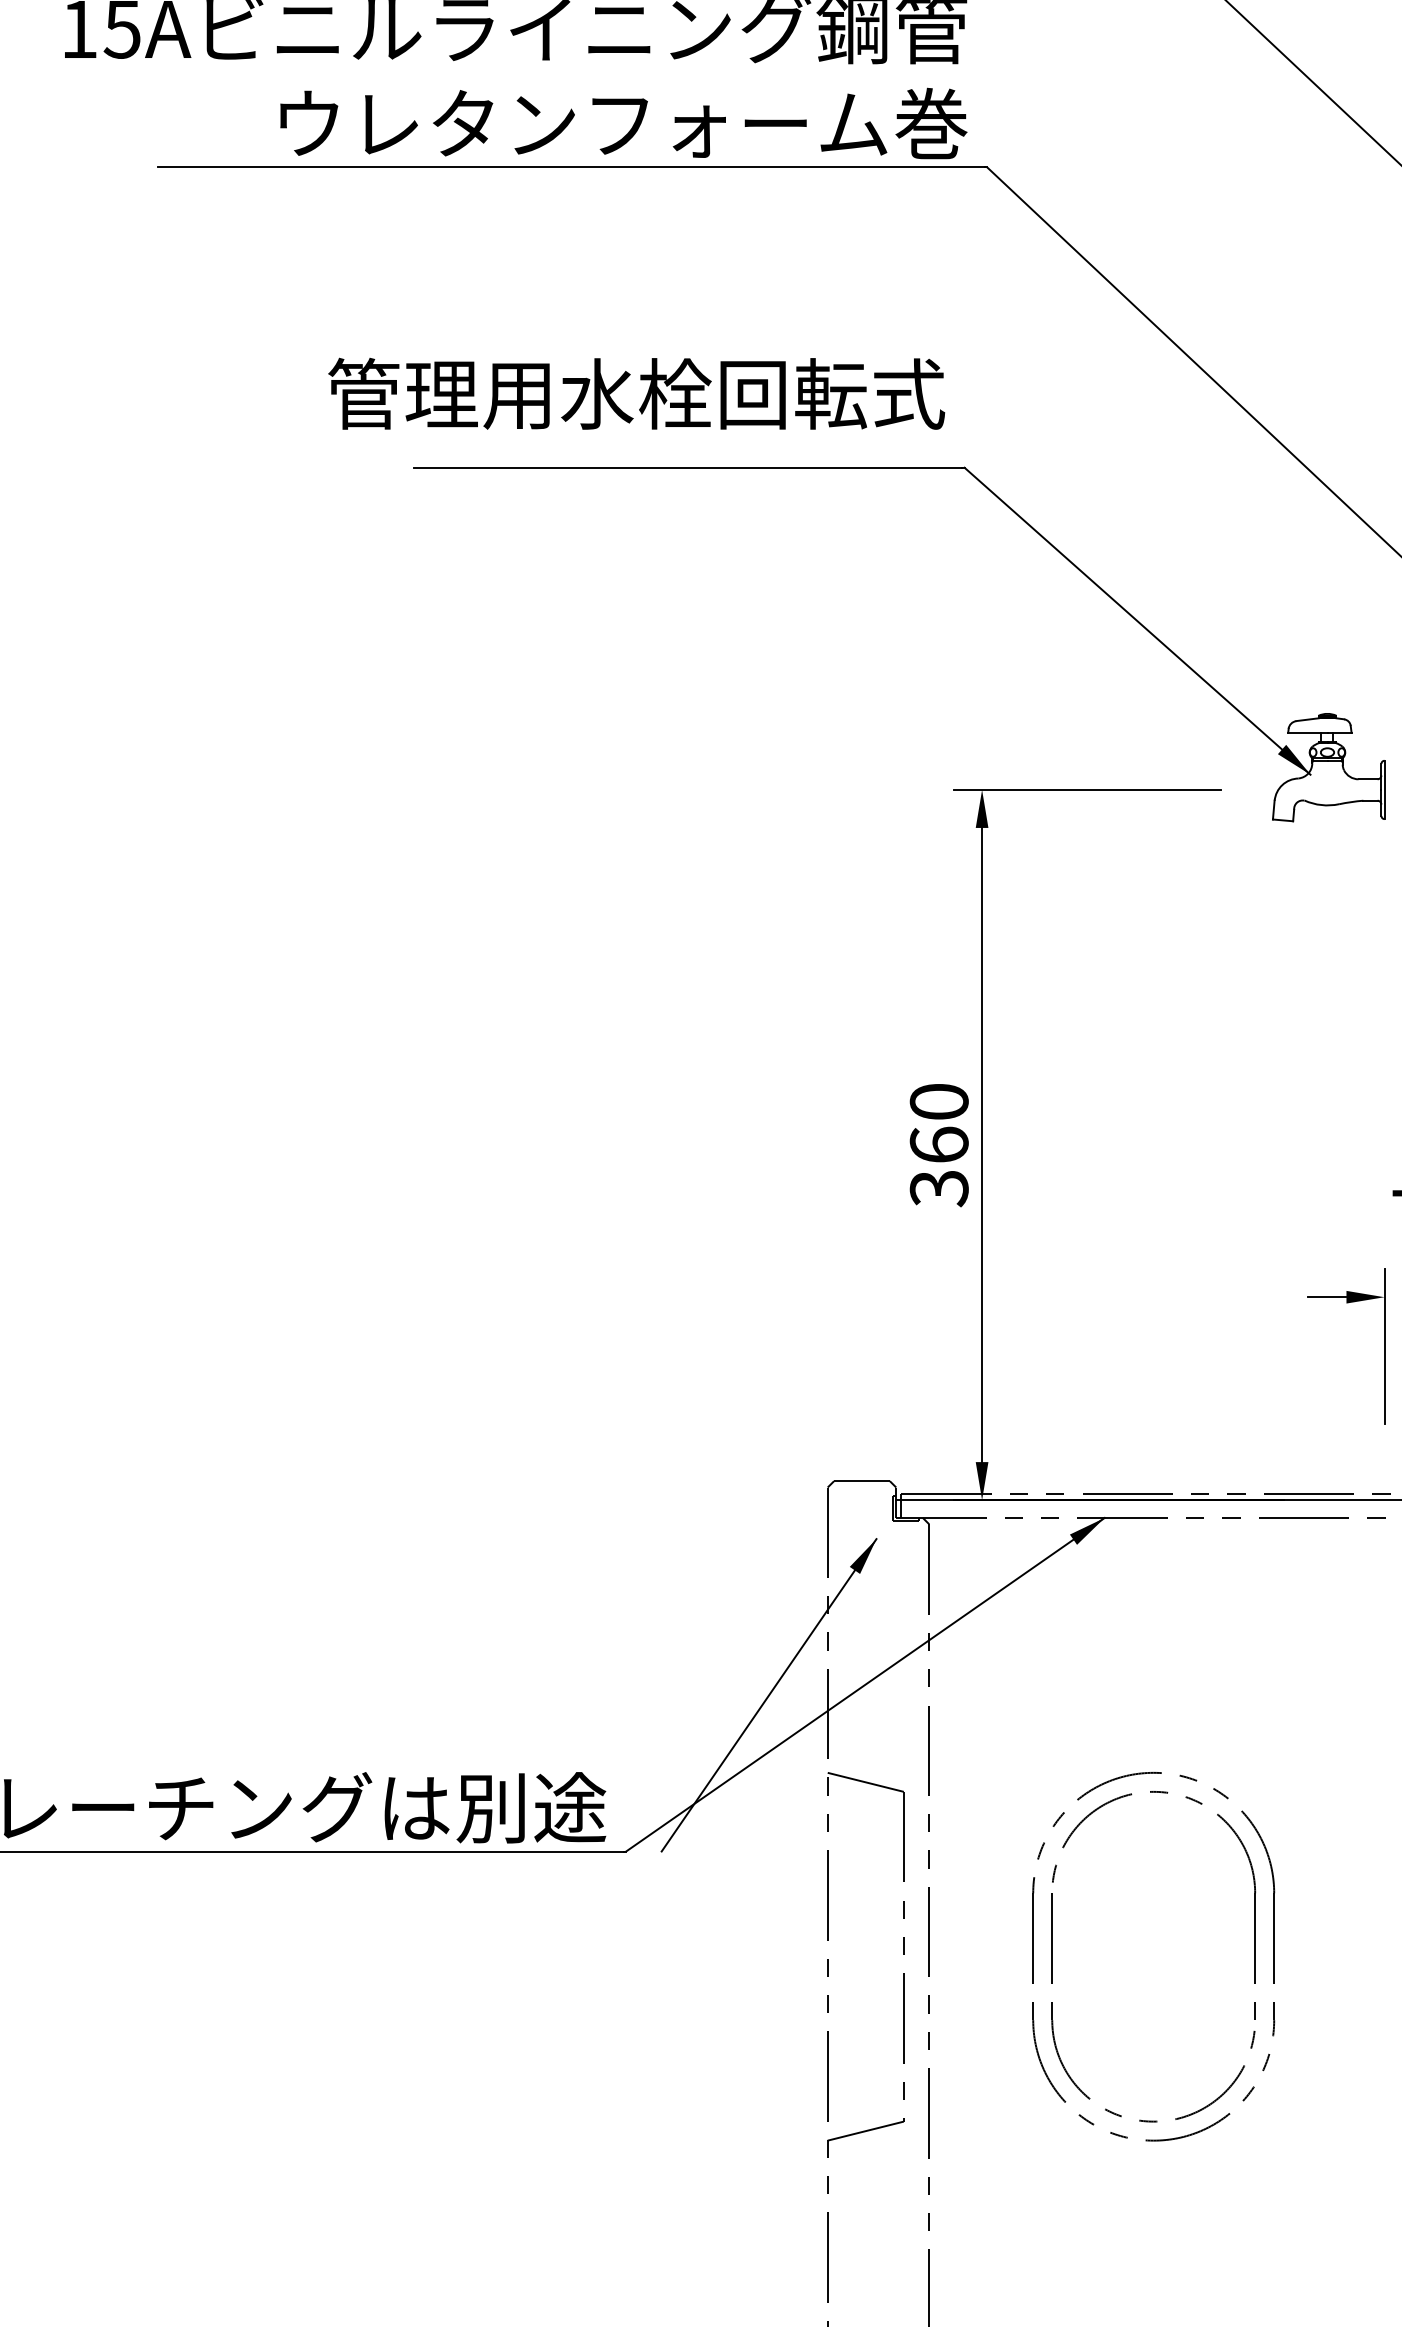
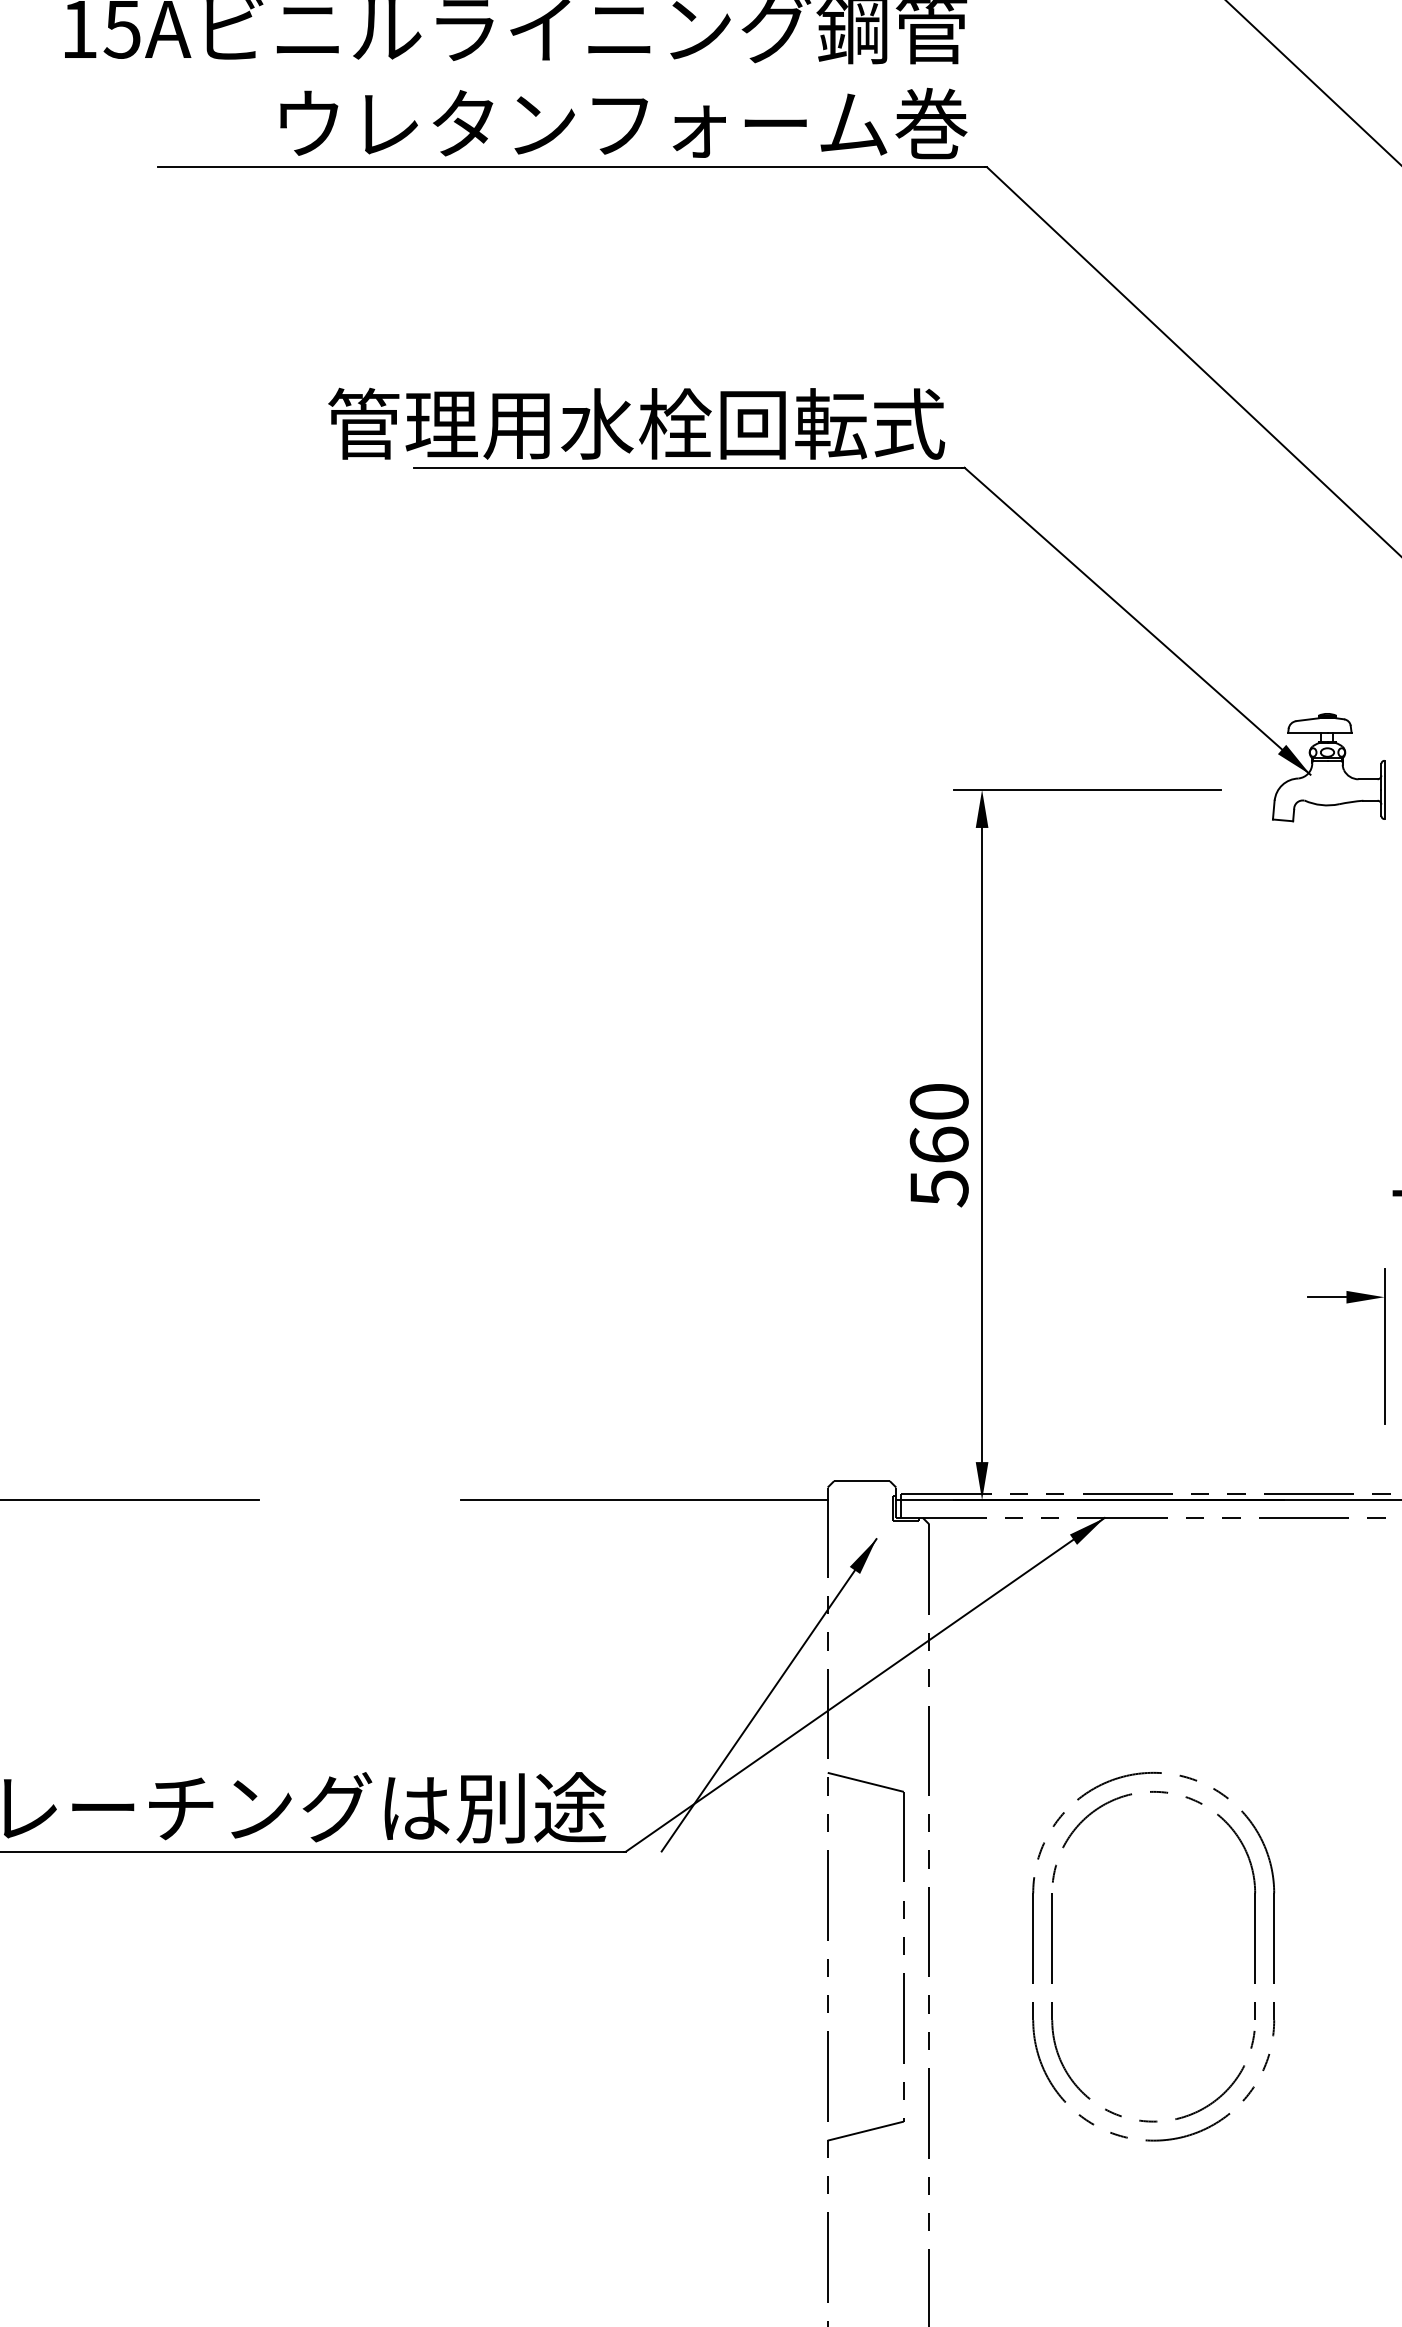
text at (636, 393) position: (636, 393) -> (636, 423)
text at (938, 1188): 360 -> 560
line at (130, 1500): none -> present
line at (644, 1500): none -> present
